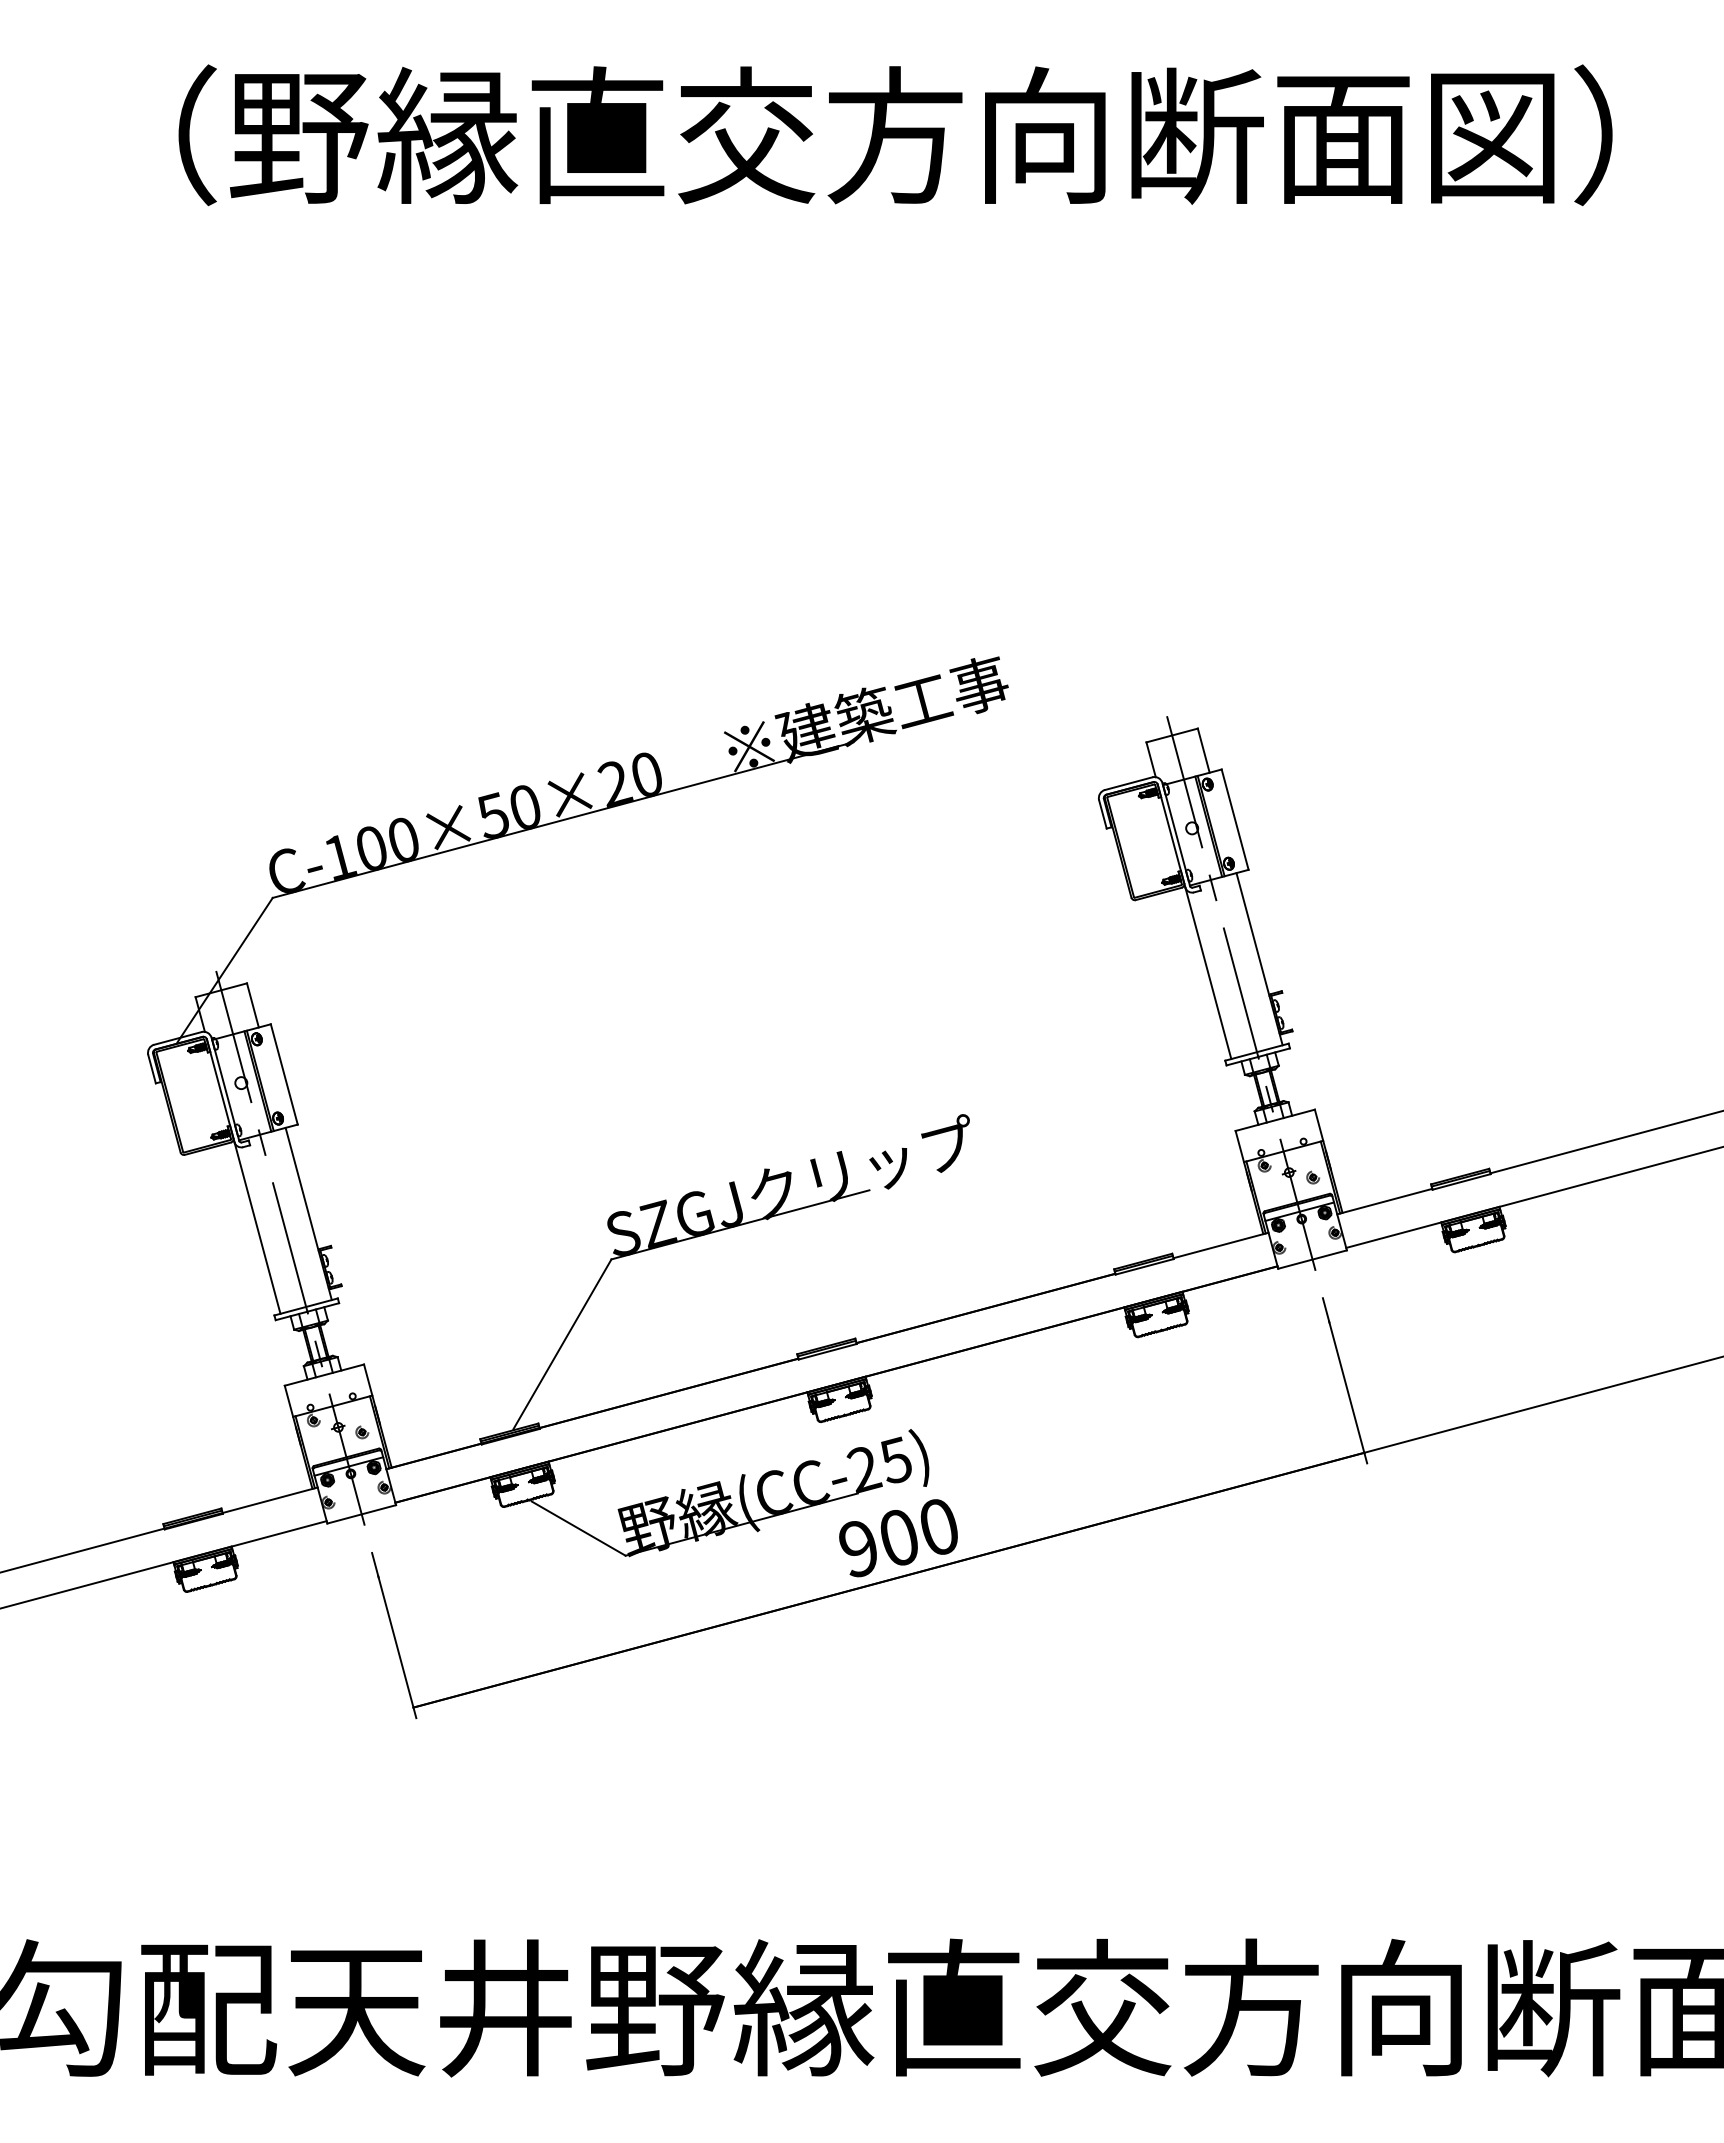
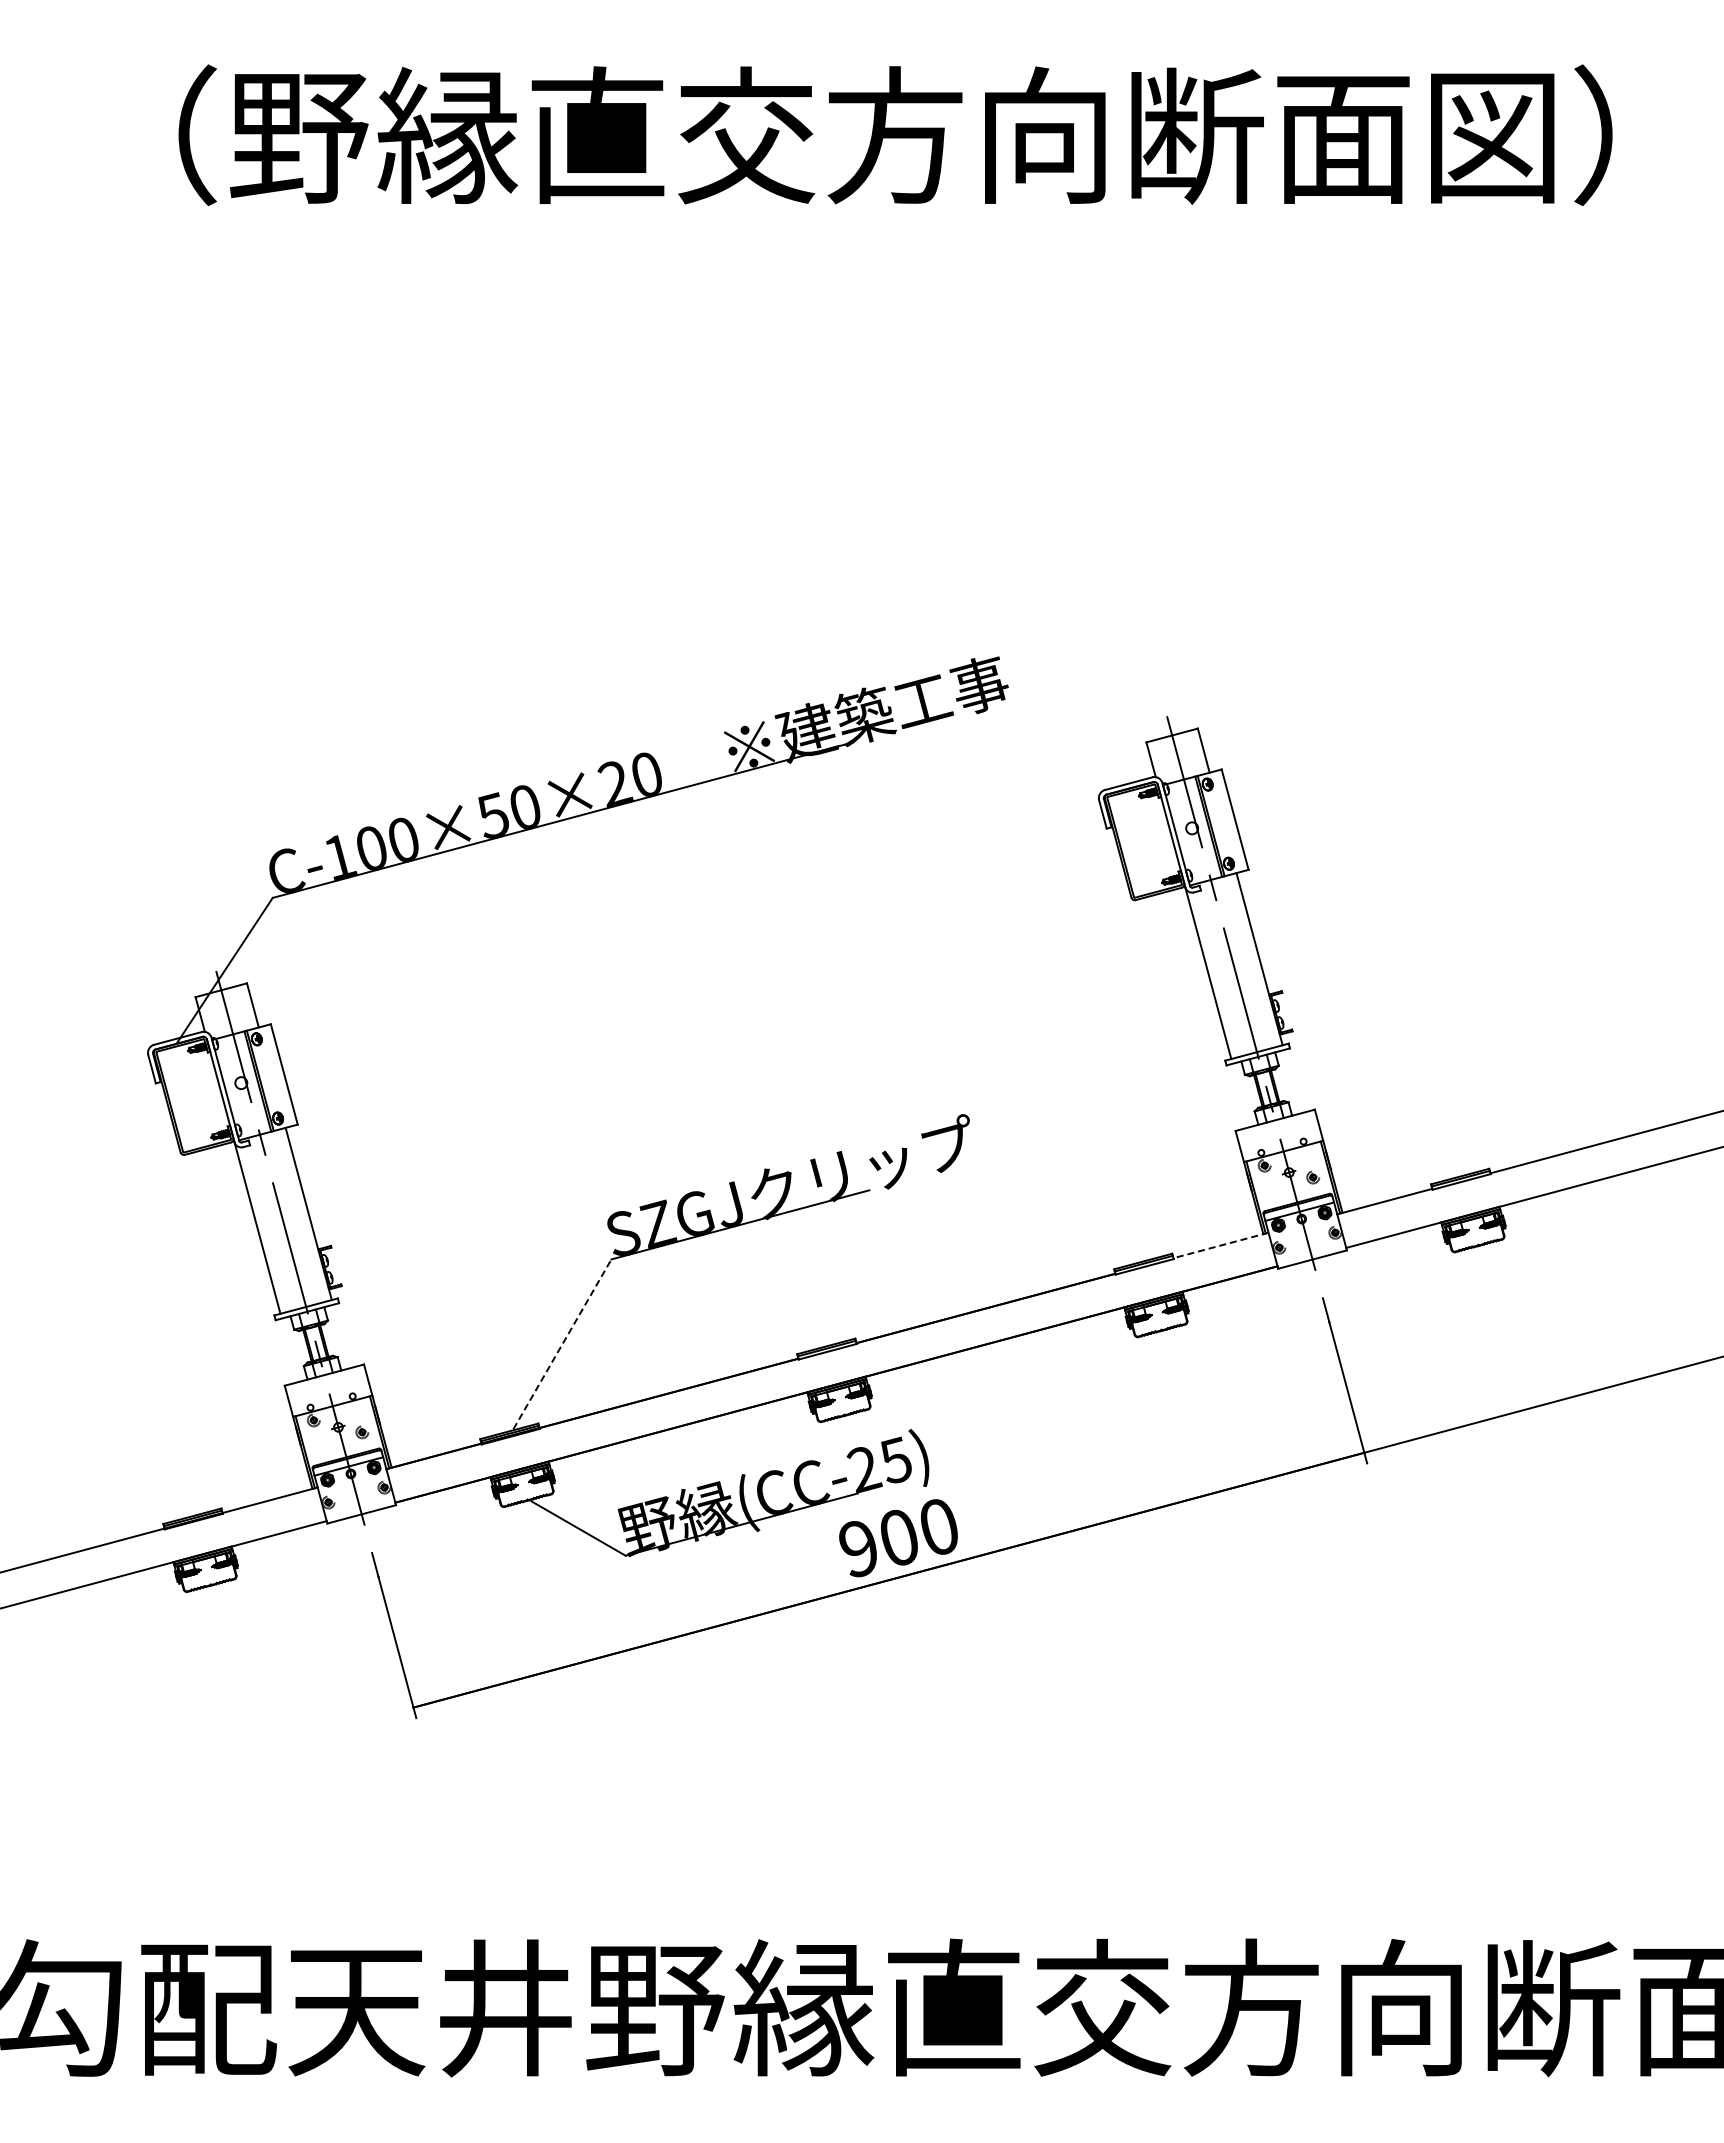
line at (1220, 1245): solid -> dashed
line at (562, 1343): solid -> dashed
